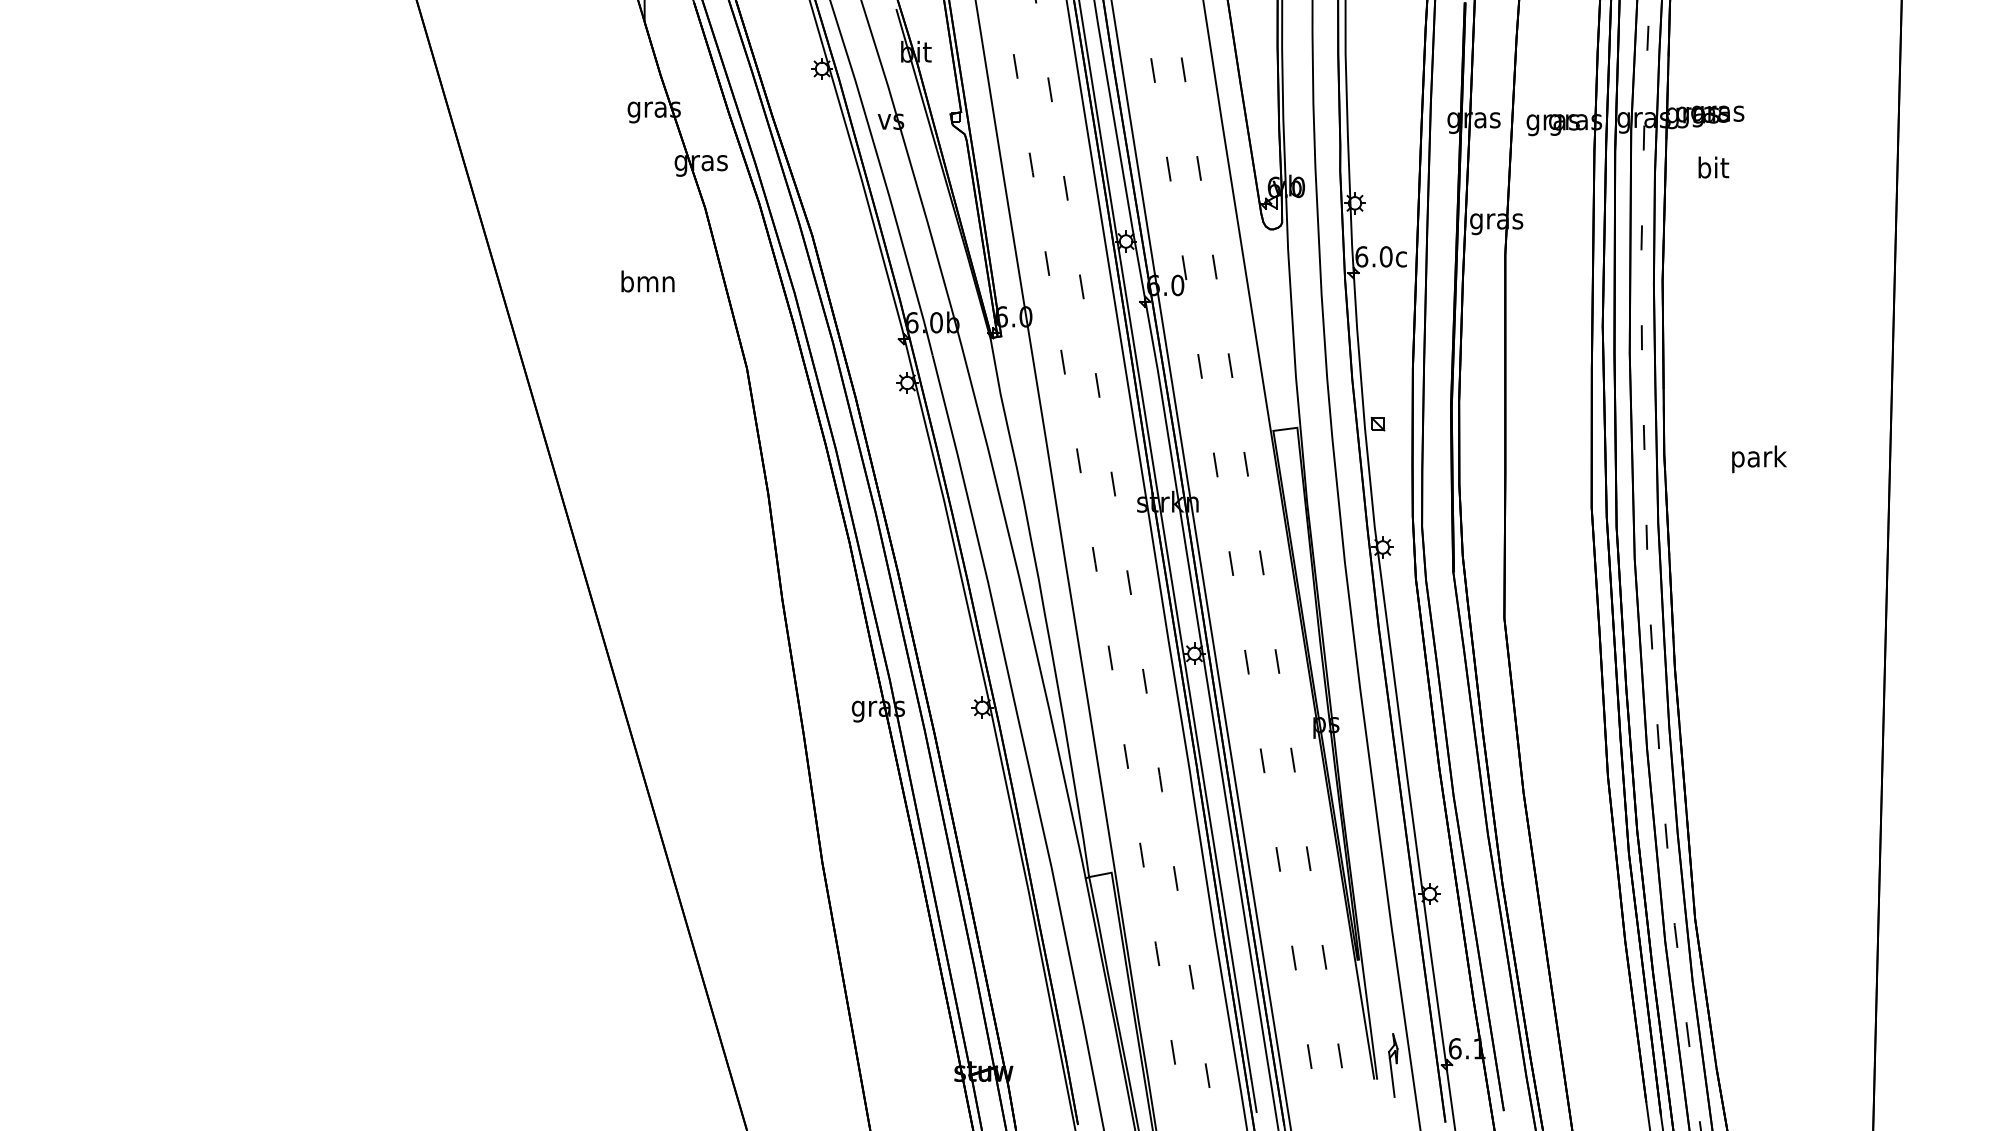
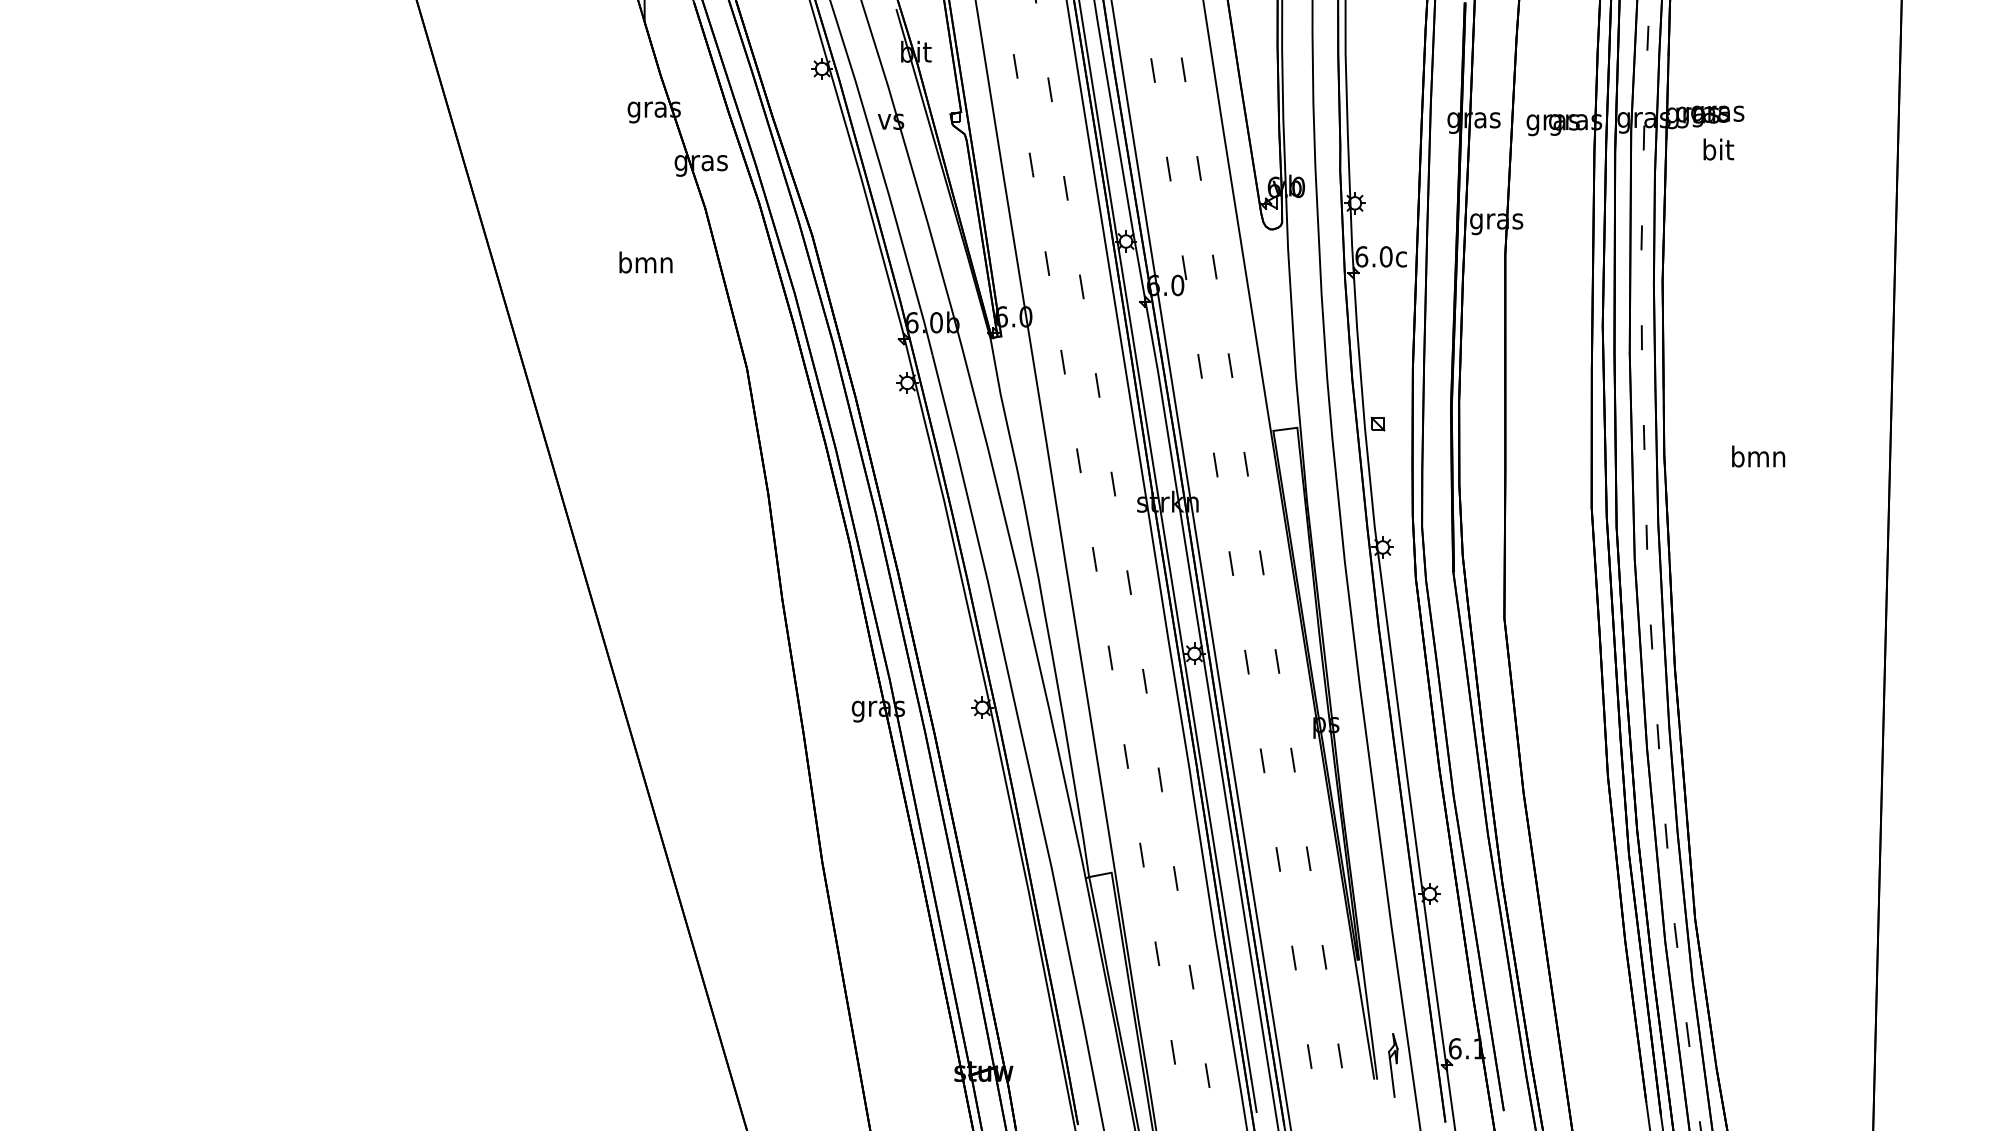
text at (1713, 167) position: (1713, 167) -> (1718, 149)
text at (647, 281) position: (647, 281) -> (645, 262)
text at (1759, 459): park -> bmn
